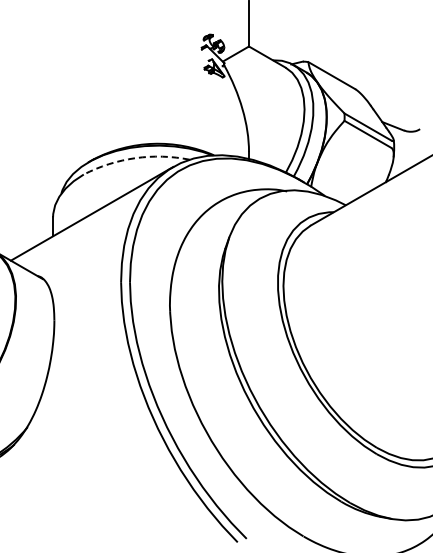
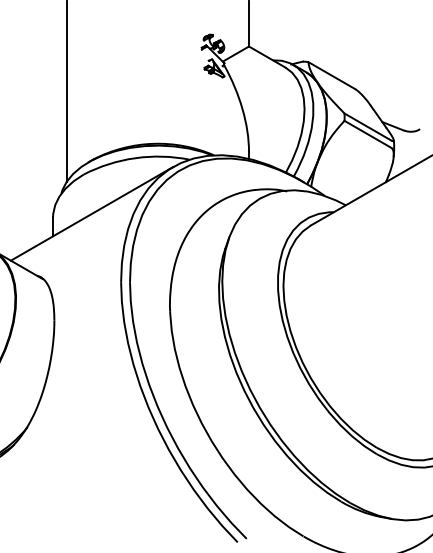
line at (66, 92): none -> present
arc at (135, 158): dashed -> solid
